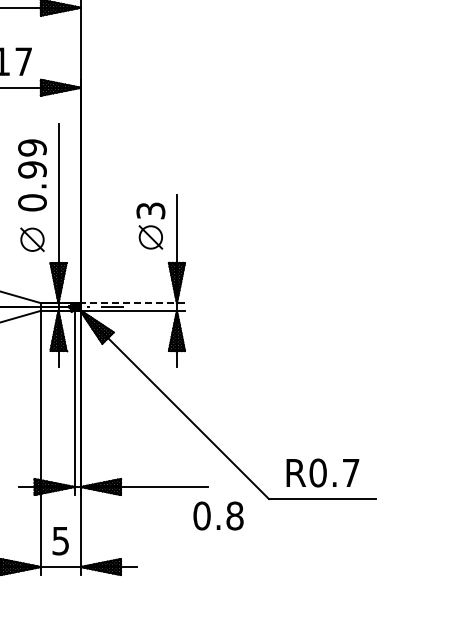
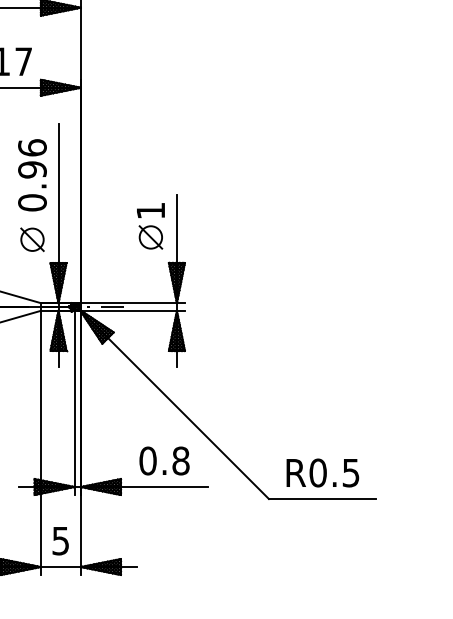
text at (32, 147): 0.99 -> 0.96
text at (150, 210): 3 -> 1
line at (130, 302): dashed -> solid
text at (350, 473): R0.7 -> R0.5
text at (218, 515) position: (218, 515) -> (164, 460)
